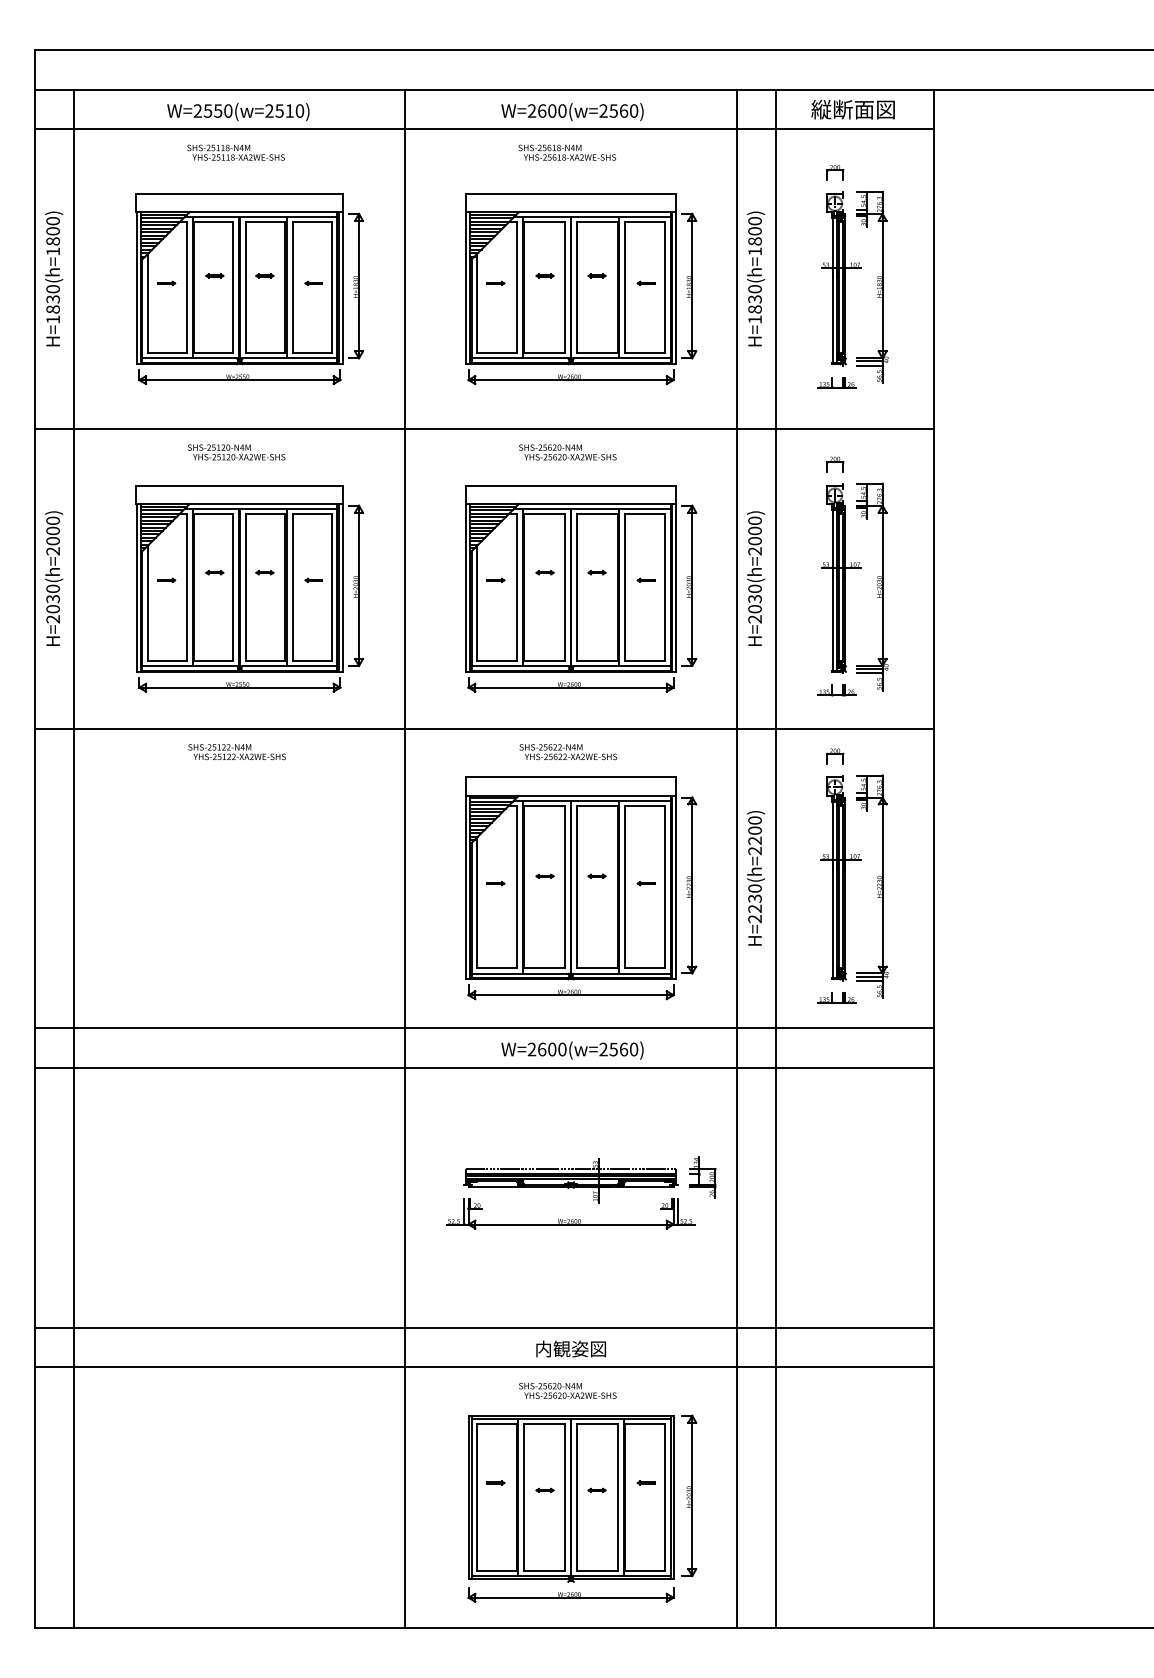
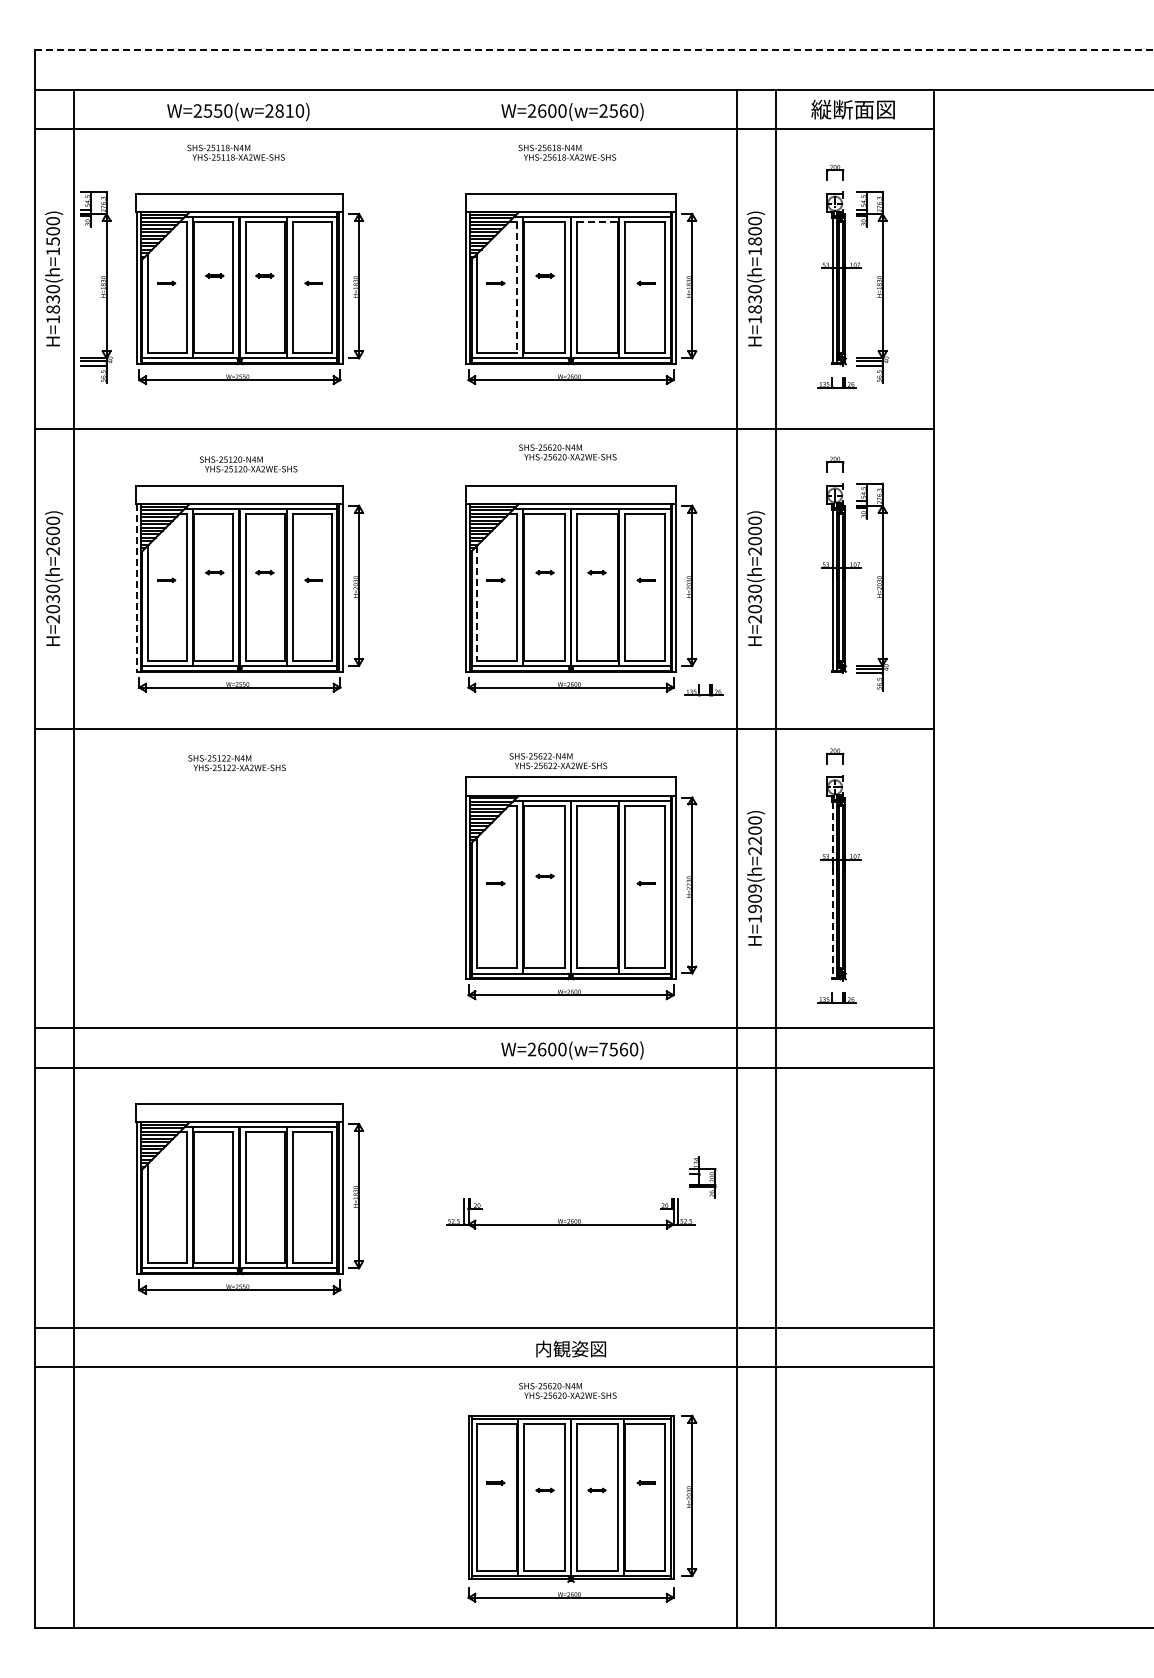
line at (594, 50): solid -> dashed
text at (279, 110): W=2550(w=2510) -> W=2550(w=2810)
line at (598, 222): solid -> dashed
text at (52, 241): H=1830(h=1800) -> H=1830(h=1500)
part at (596, 275): present -> none
part at (96, 286): none -> present
line at (517, 288): solid -> dashed
text at (236, 452) position: (236, 452) -> (248, 464)
text at (52, 540): H=2030(h=2000) -> H=2030(h=2600)
line at (136, 588): solid -> dashed
line at (476, 603): solid -> dashed
part at (836, 690) position: (836, 690) -> (703, 690)
text at (236, 752) position: (236, 752) -> (236, 763)
text at (568, 752) position: (568, 752) -> (558, 761)
line at (405, 858): present -> none
part at (596, 875): present -> none
part at (872, 886): present -> none
line at (832, 890): solid -> dashed
text at (754, 903): H=2230(h=2200) -> H=1909(h=2200)
text at (603, 1049): W=2600(w=2560) -> W=2600(w=7560)
part at (570, 1180): present -> none
part at (249, 1199): none -> present
